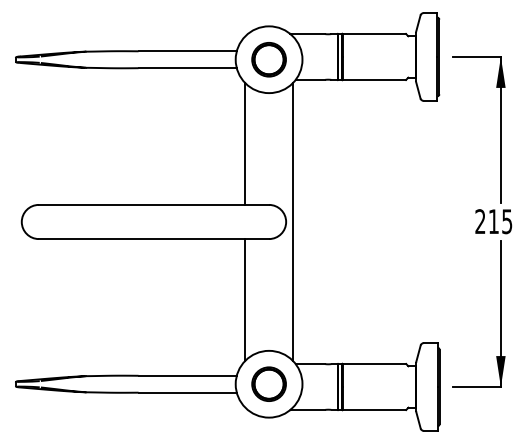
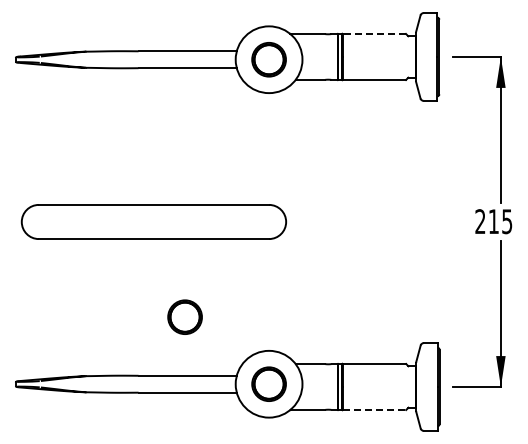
line at (374, 33): solid -> dashed
line at (244, 143): present -> none
line at (293, 221): present -> none
line at (244, 300): present -> none
part at (184, 316): none -> present
line at (374, 410): solid -> dashed
